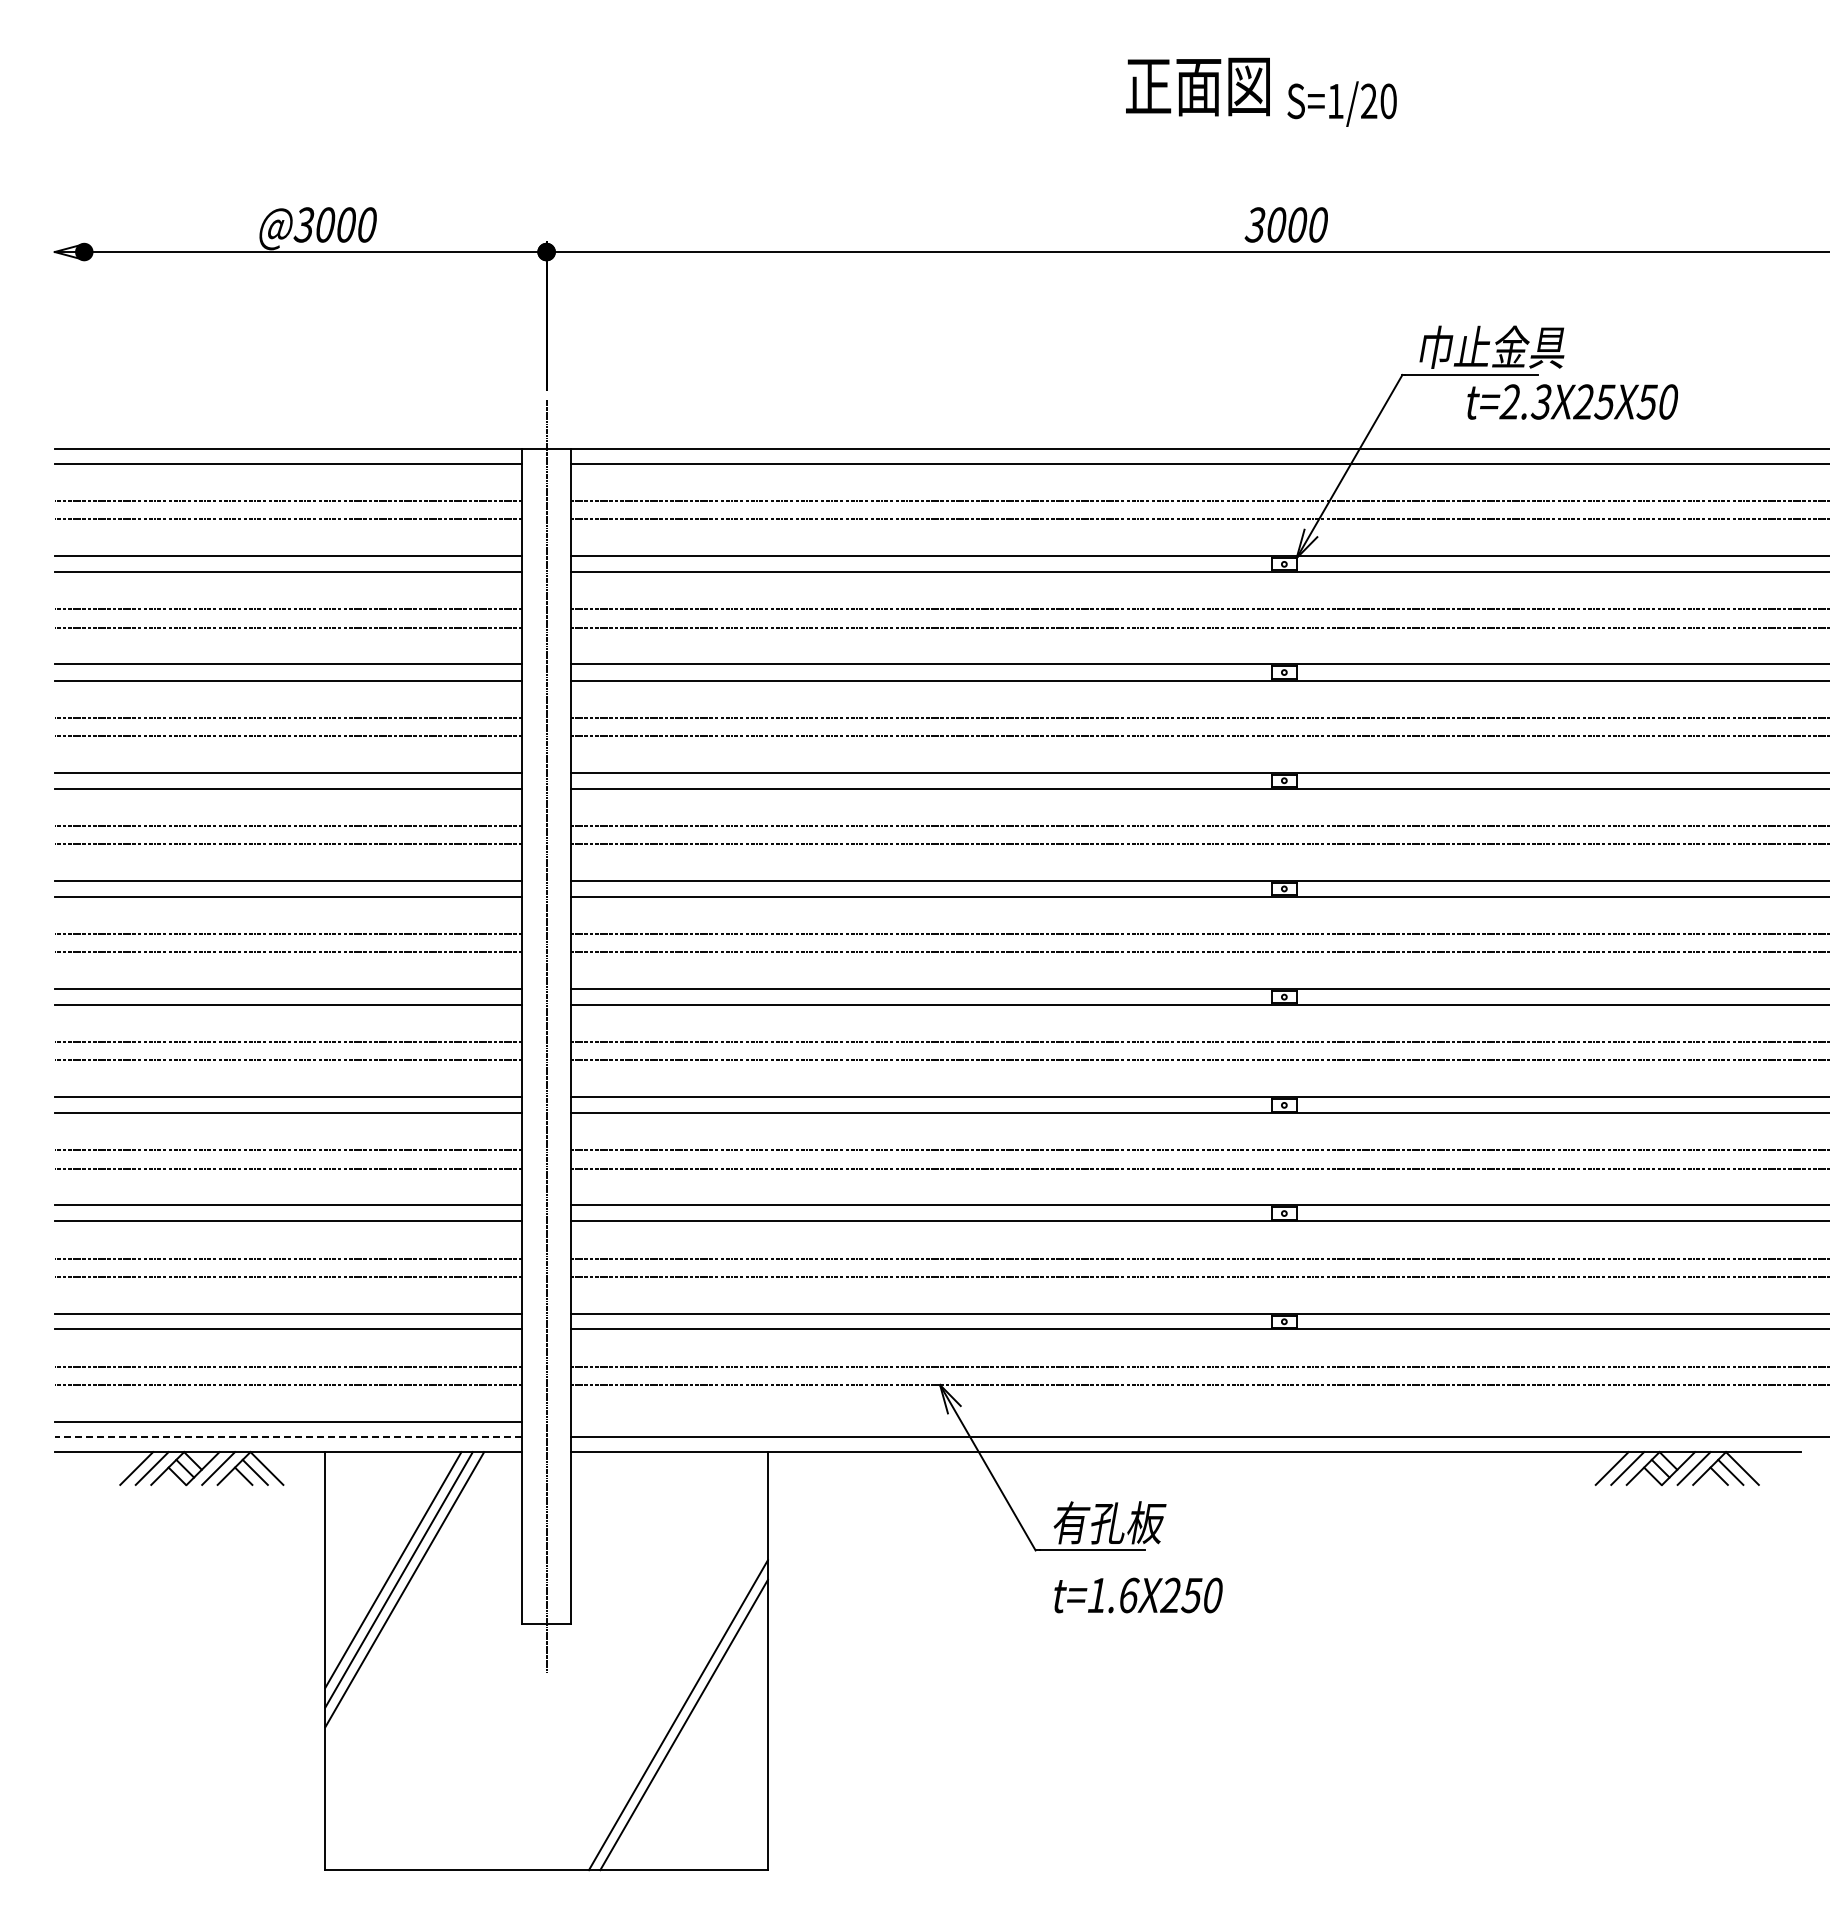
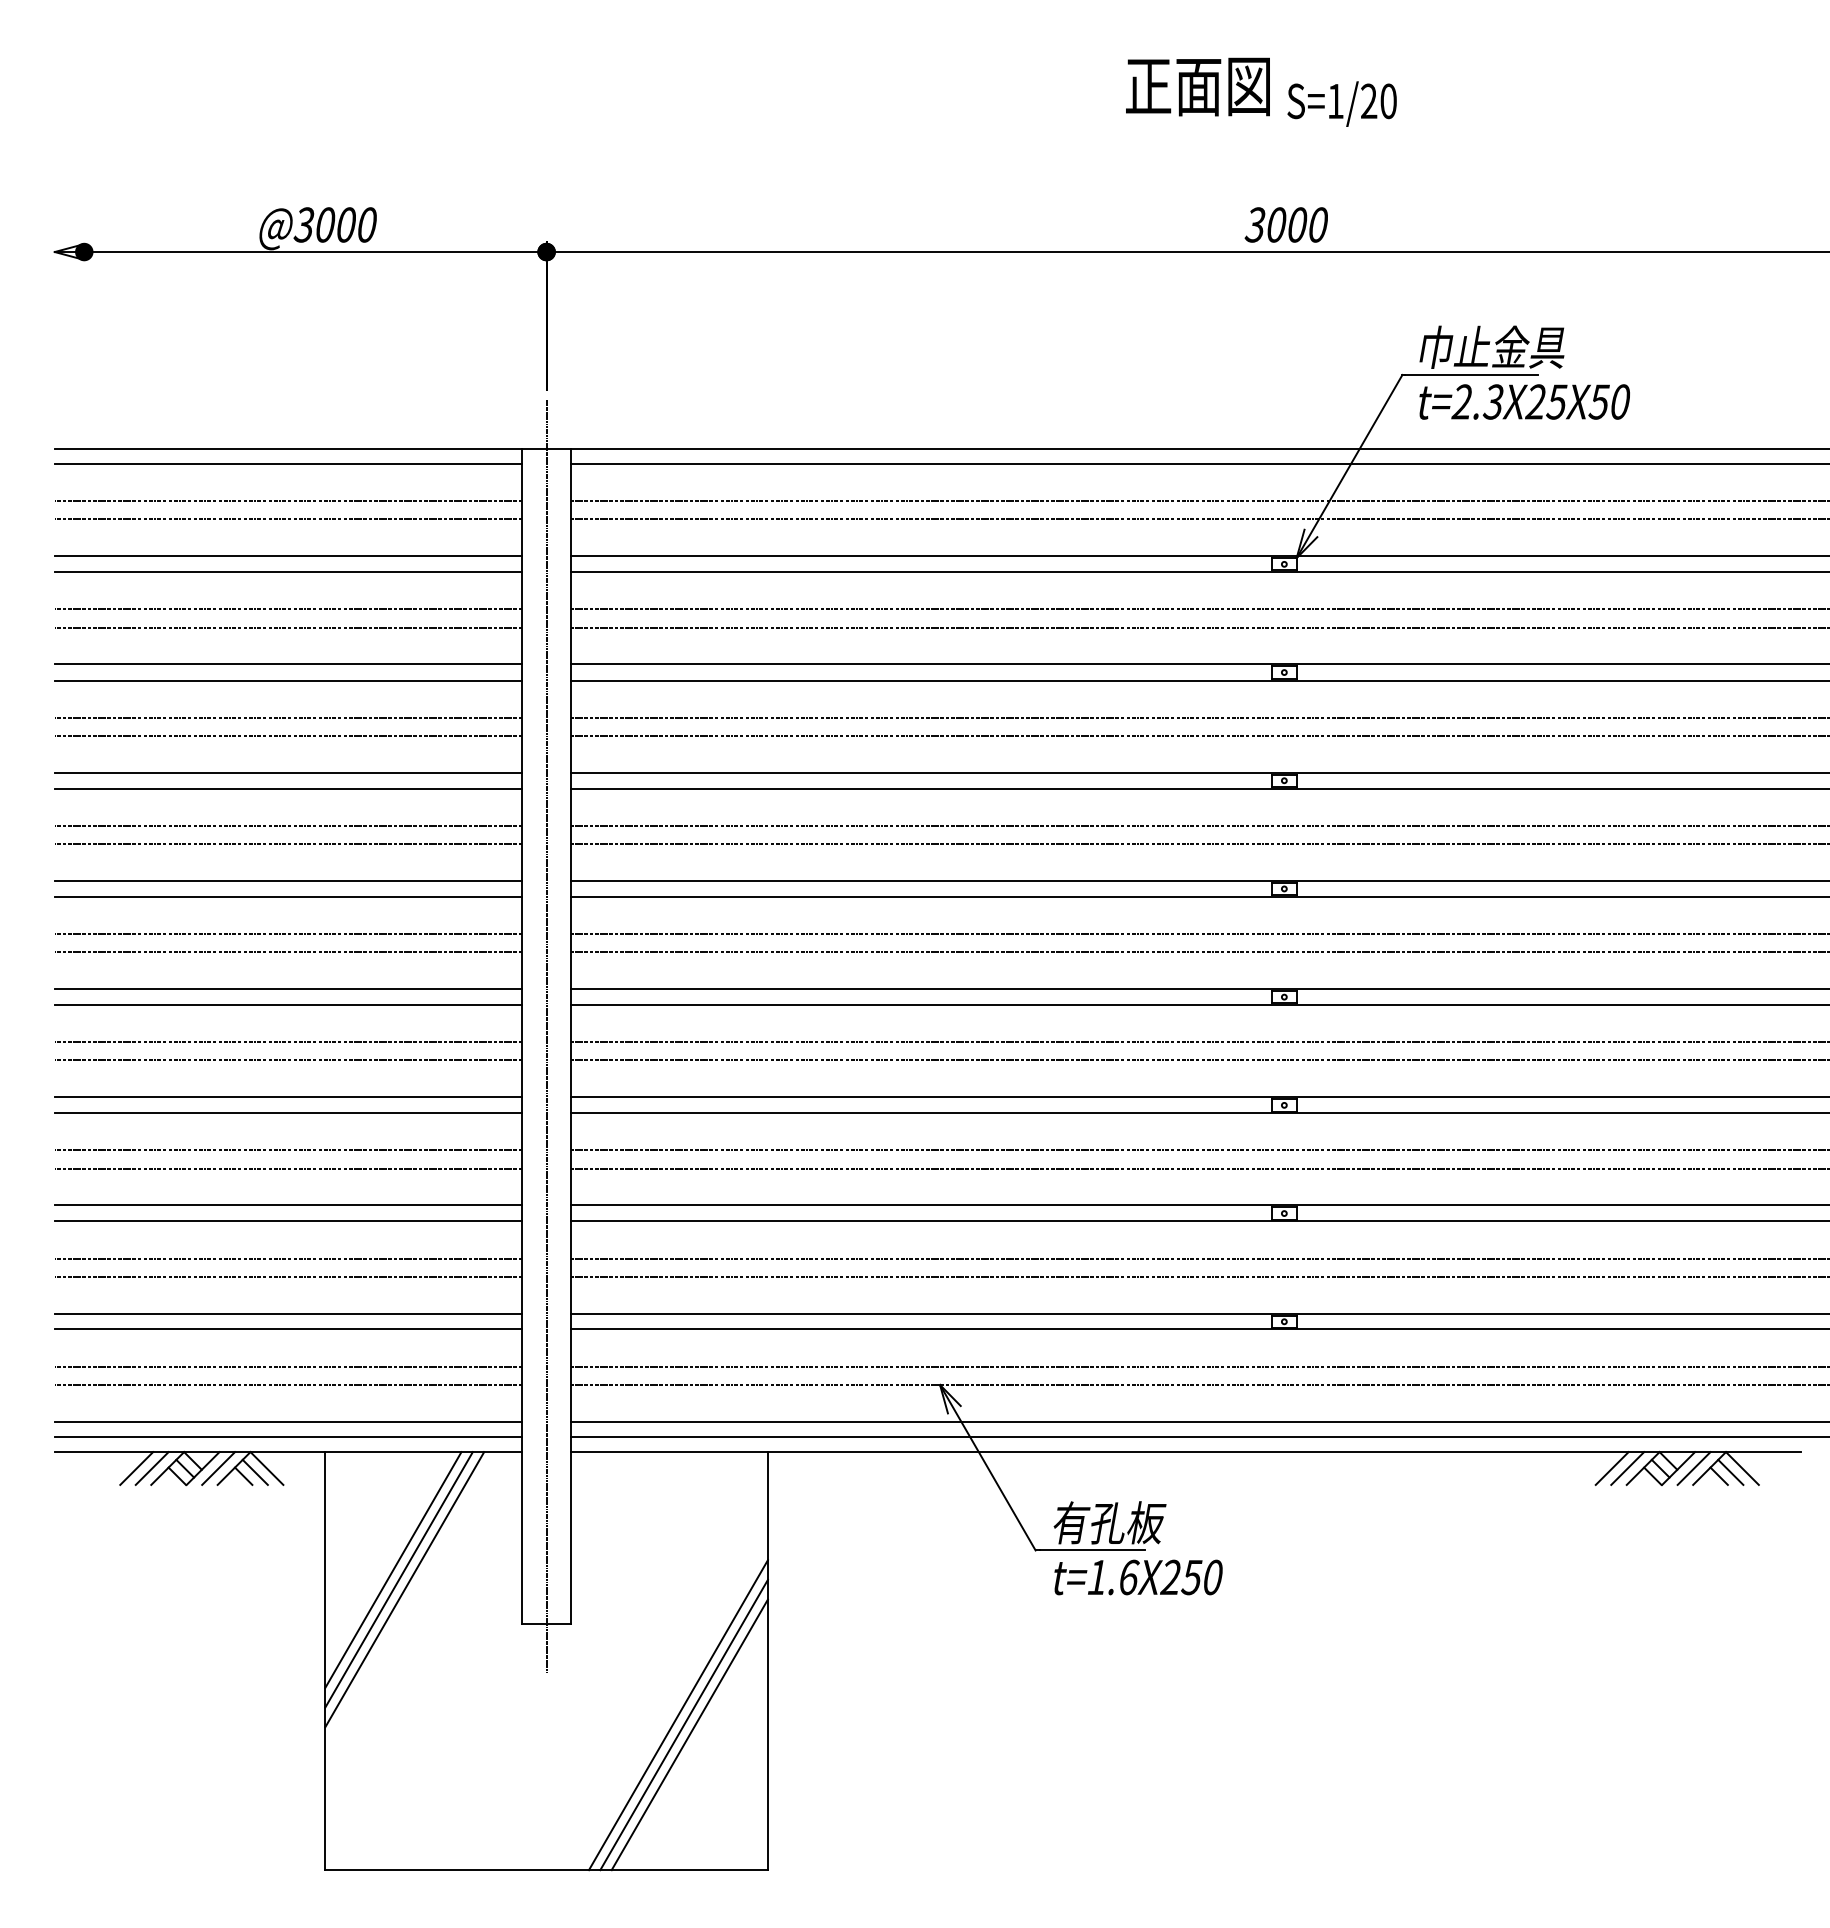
text at (1572, 401) position: (1572, 401) -> (1524, 401)
line at (1198, 1421): none -> present
line at (288, 1437): dashed -> solid
text at (1138, 1595) position: (1138, 1595) -> (1138, 1577)
line at (689, 1734): none -> present
